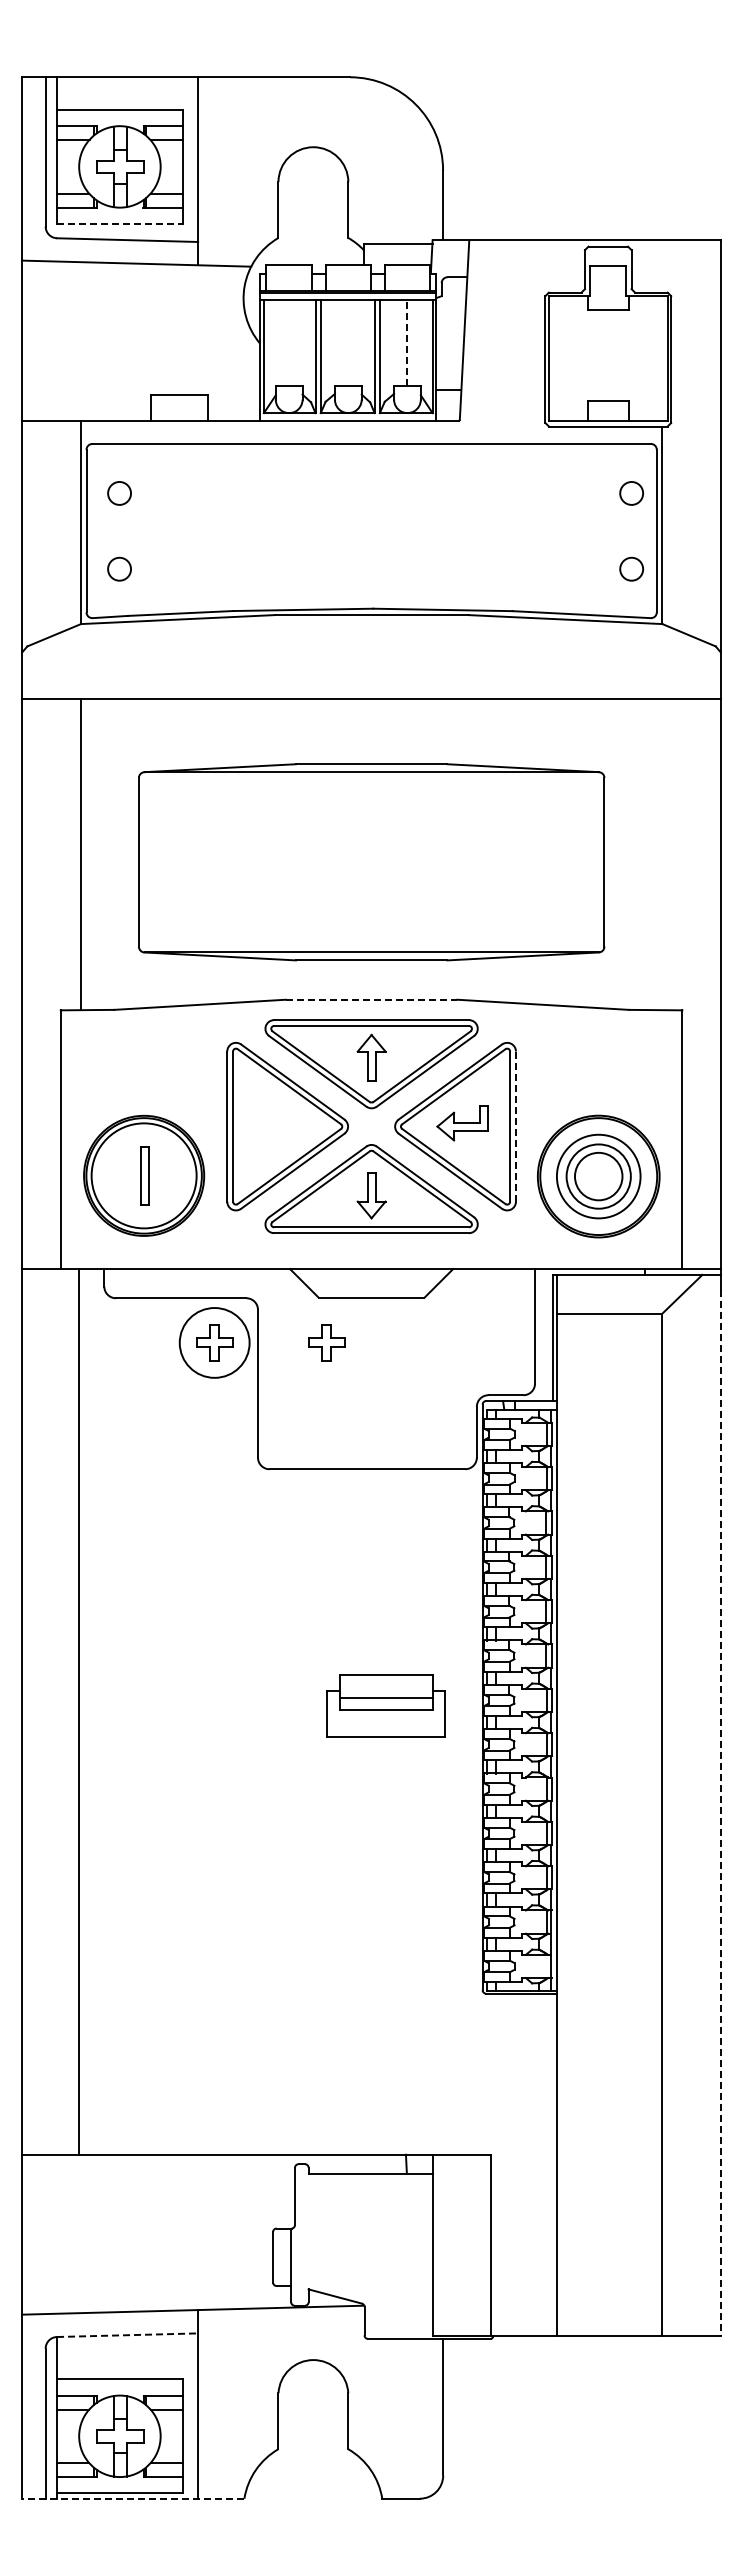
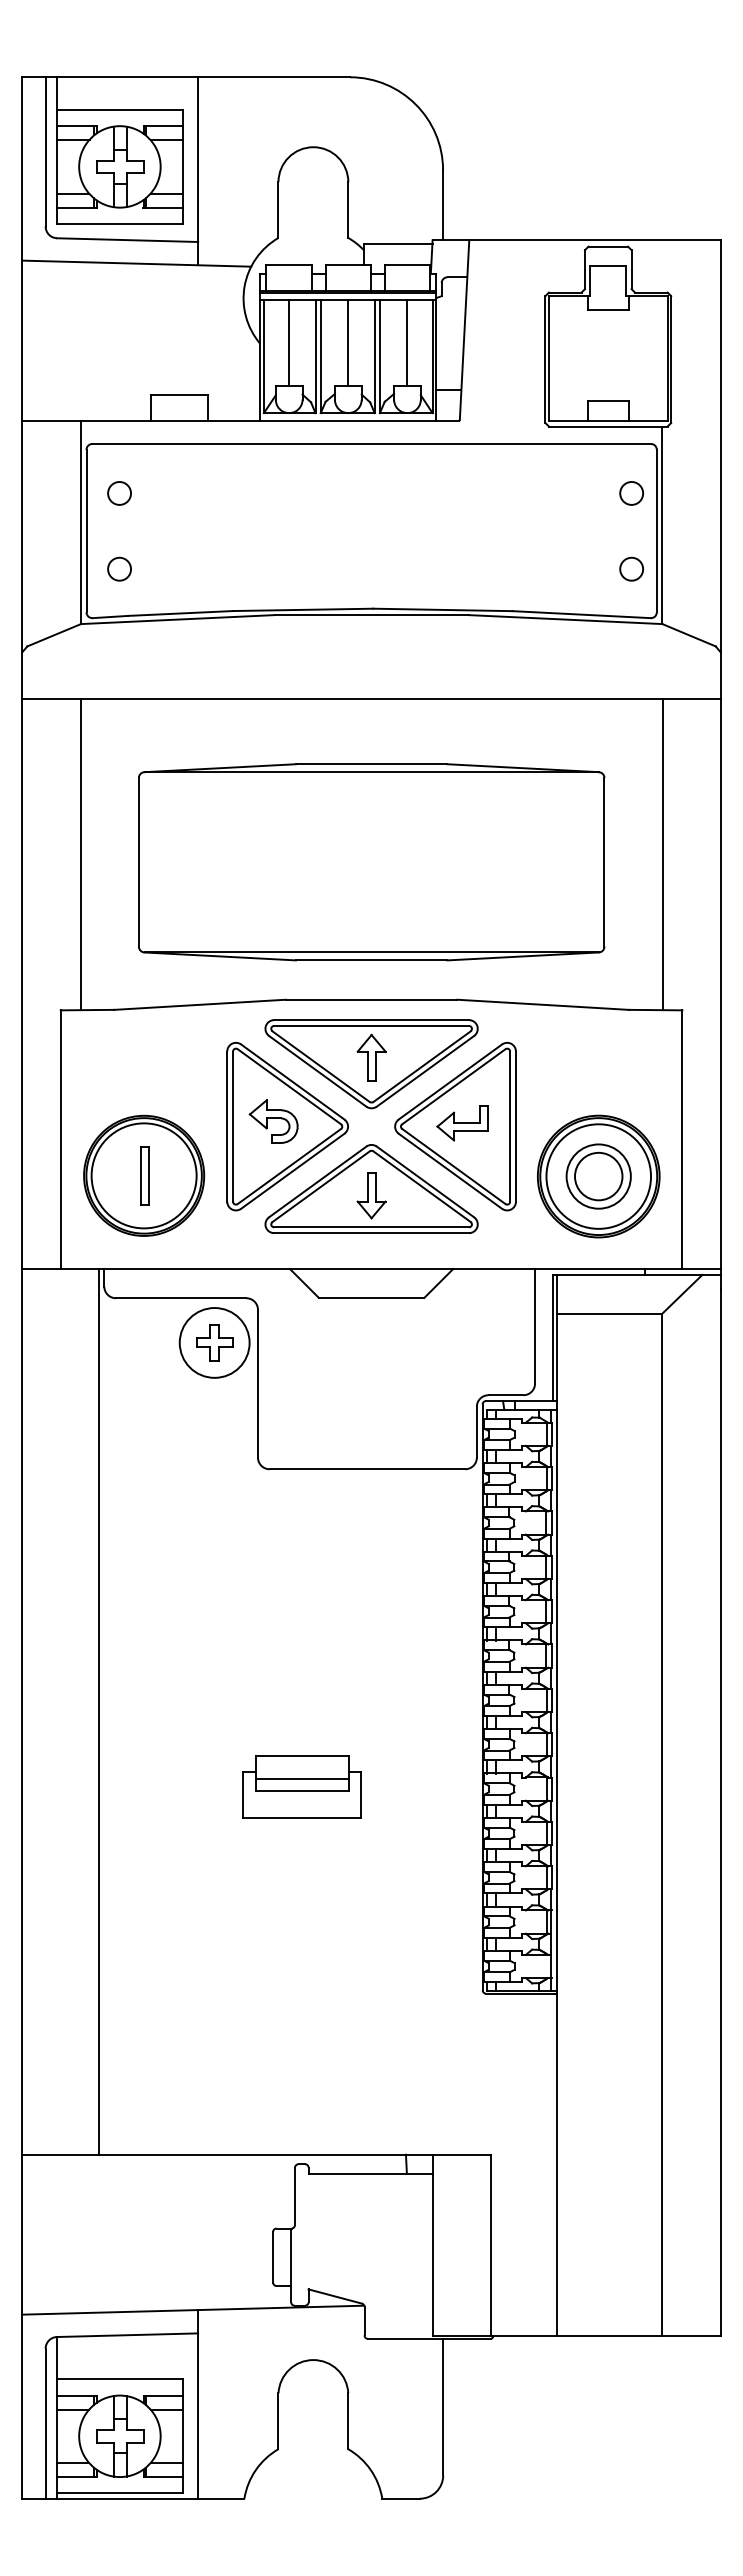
line at (120, 223): dashed -> solid
line at (407, 342): dashed -> solid
line at (289, 343): none -> present
line at (348, 343): none -> present
line at (662, 854): none -> present
line at (371, 999): dashed -> solid
part at (273, 1121): none -> present
line at (515, 1127): dashed -> solid
circle at (598, 1176) diameter: 84 px -> 105 px
part at (326, 1342): present -> none
part at (385, 1705) position: (385, 1705) -> (301, 1786)
line at (78, 1711) position: (78, 1711) -> (98, 1711)
line at (720, 1813): dashed -> solid
line at (127, 2335): dashed -> solid
line at (132, 2498): dashed -> solid
